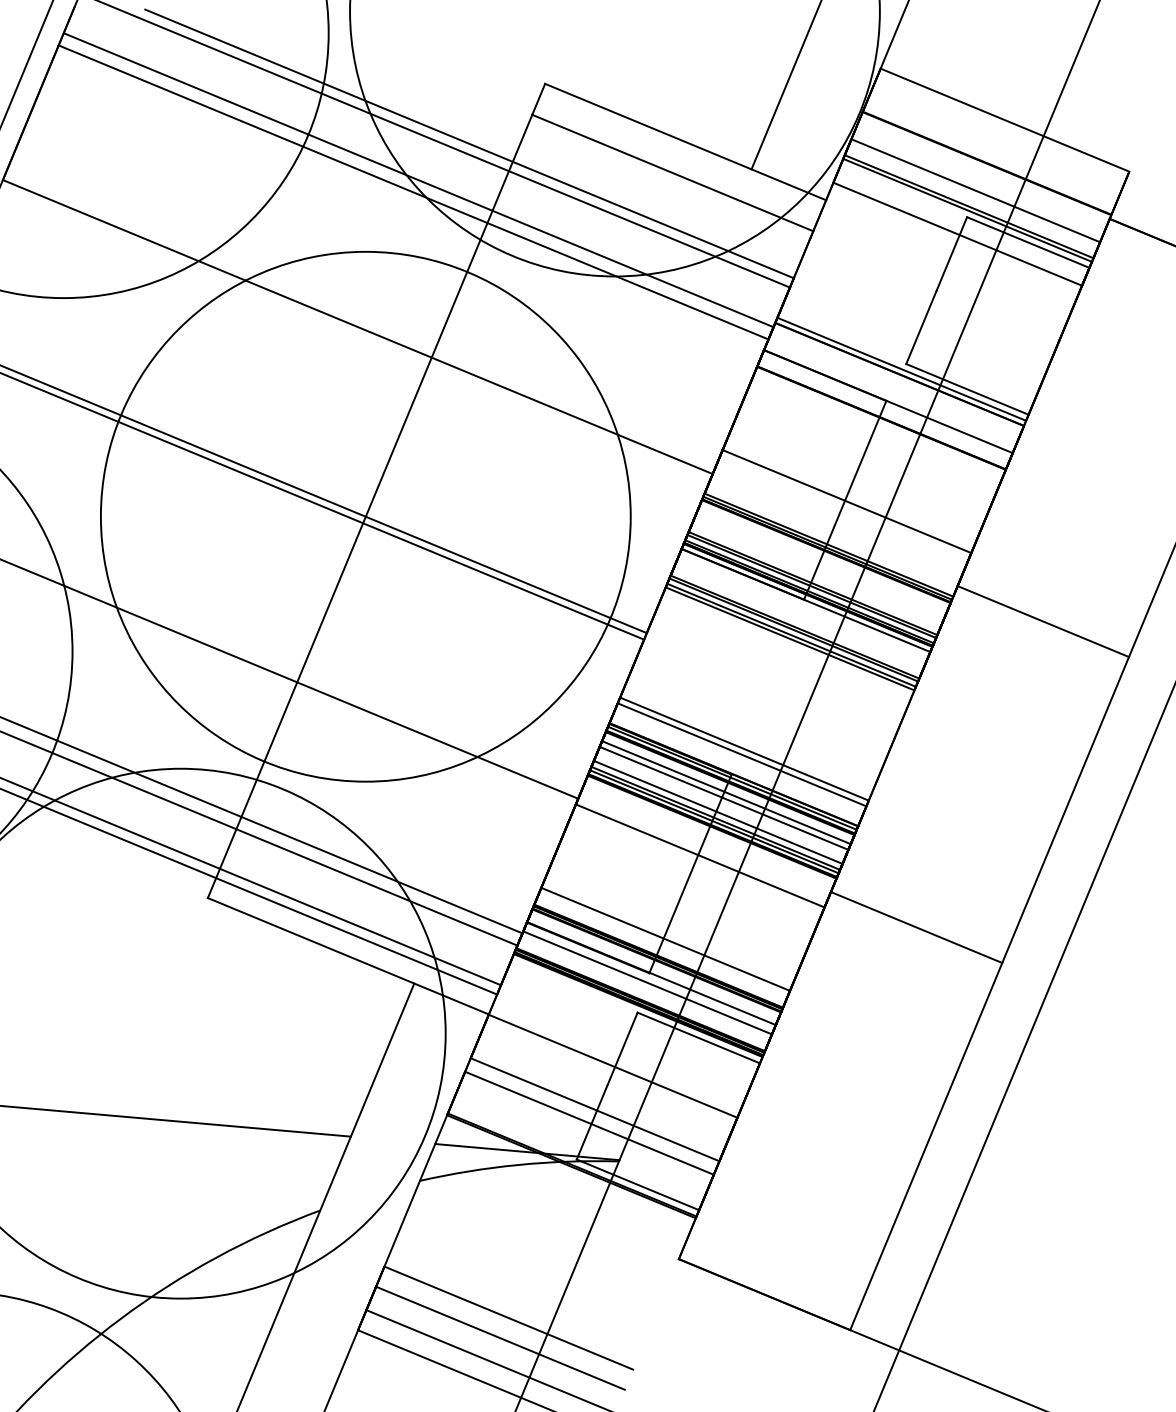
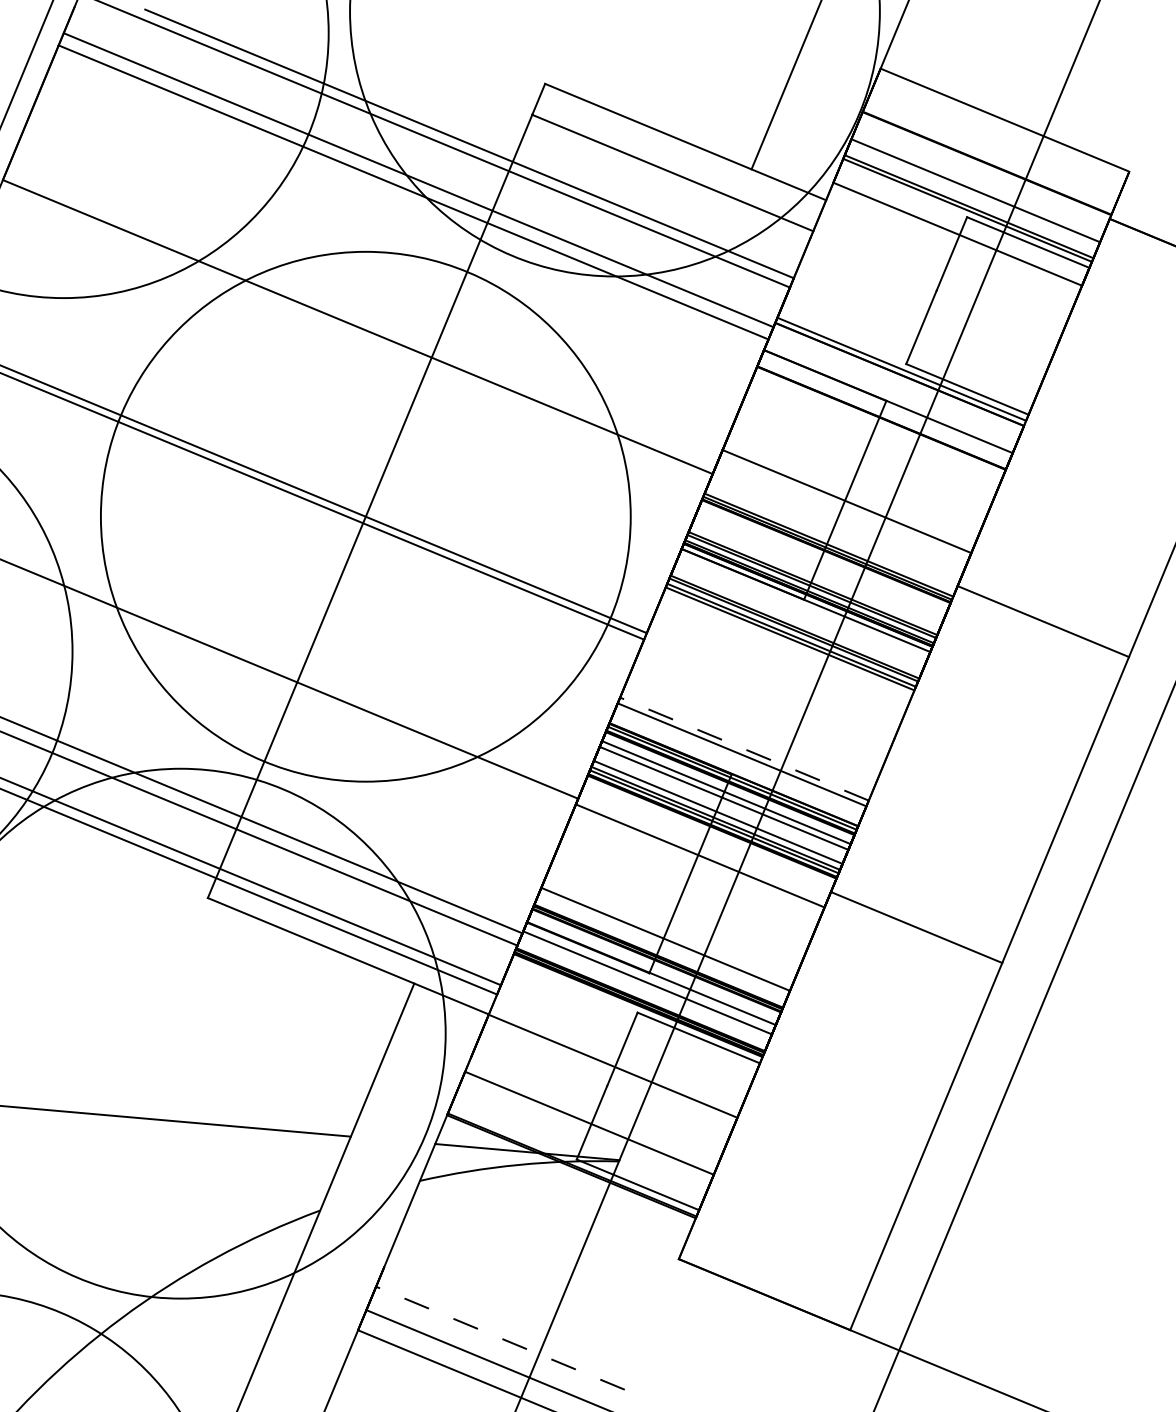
line at (744, 749): solid -> dashed
line at (594, 1109): present -> none
line at (508, 1317): present -> none
line at (500, 1338): solid -> dashed
